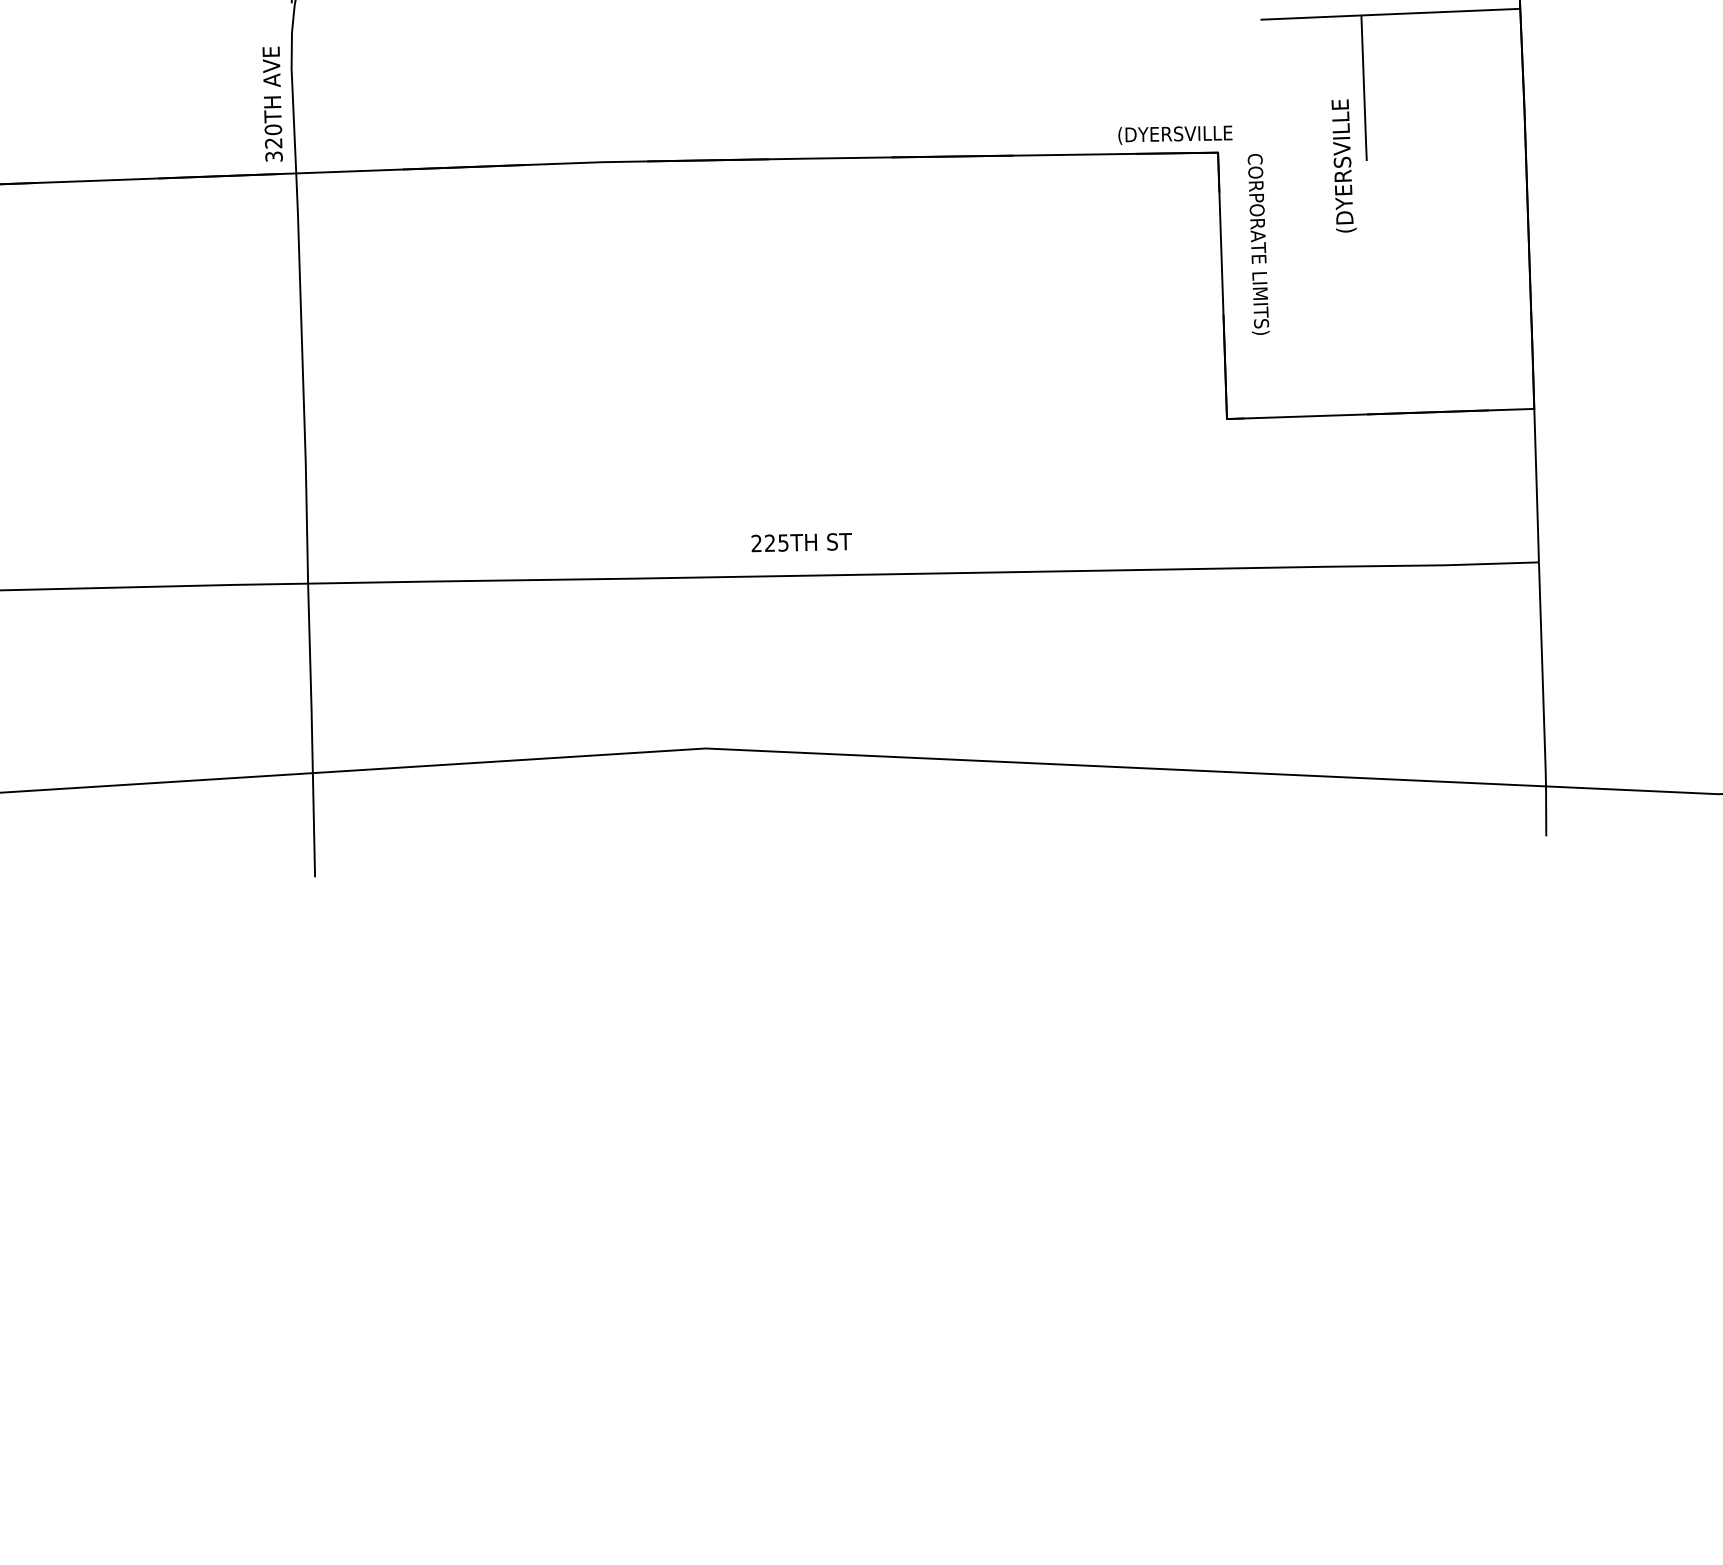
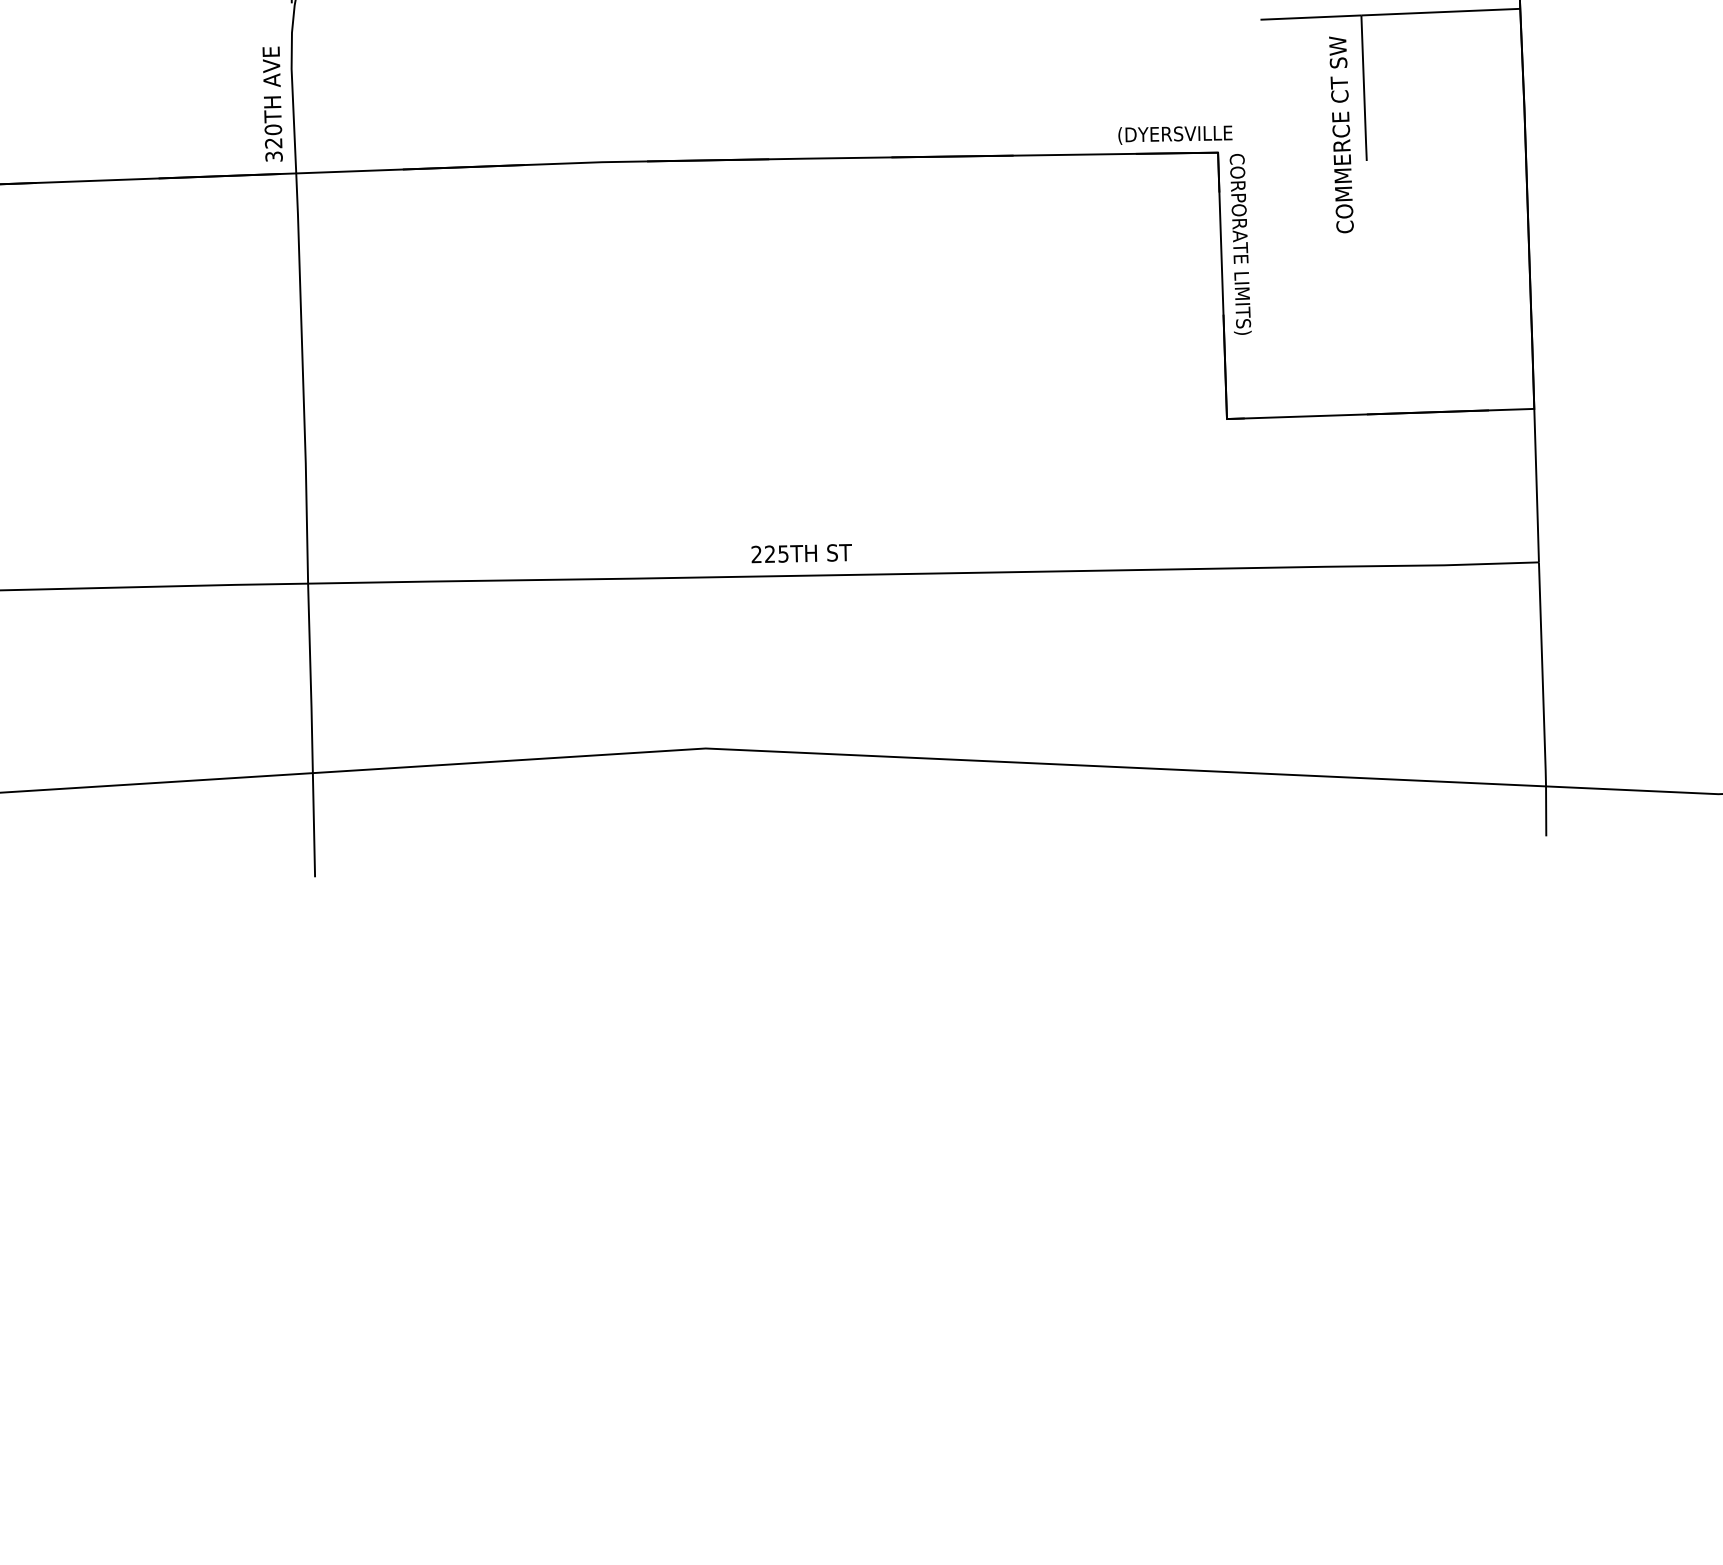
text at (1342, 134): (DYERSVILLE -> COMMERCE CT SW
text at (1258, 244) position: (1258, 244) -> (1240, 244)
text at (801, 542) position: (801, 542) -> (801, 553)
